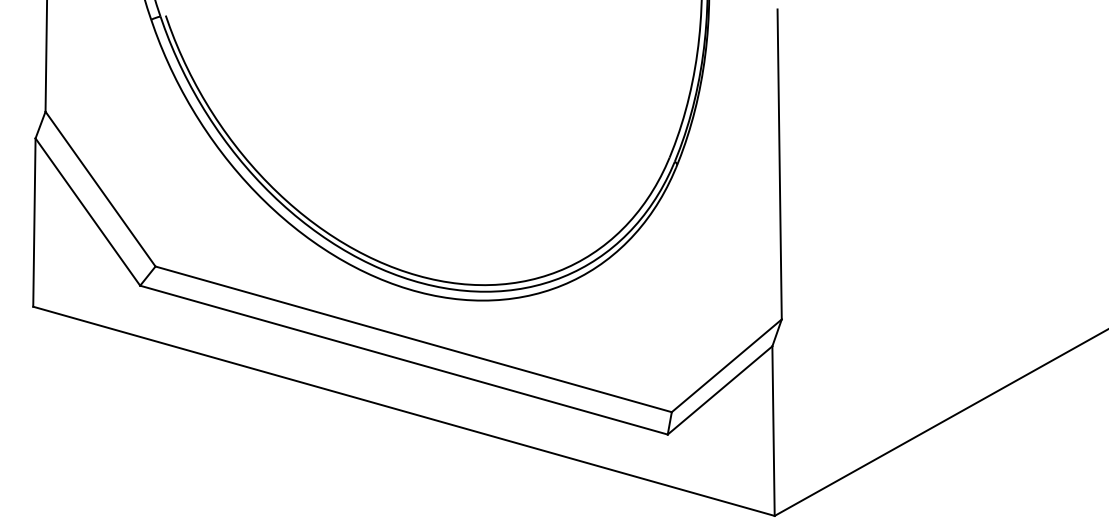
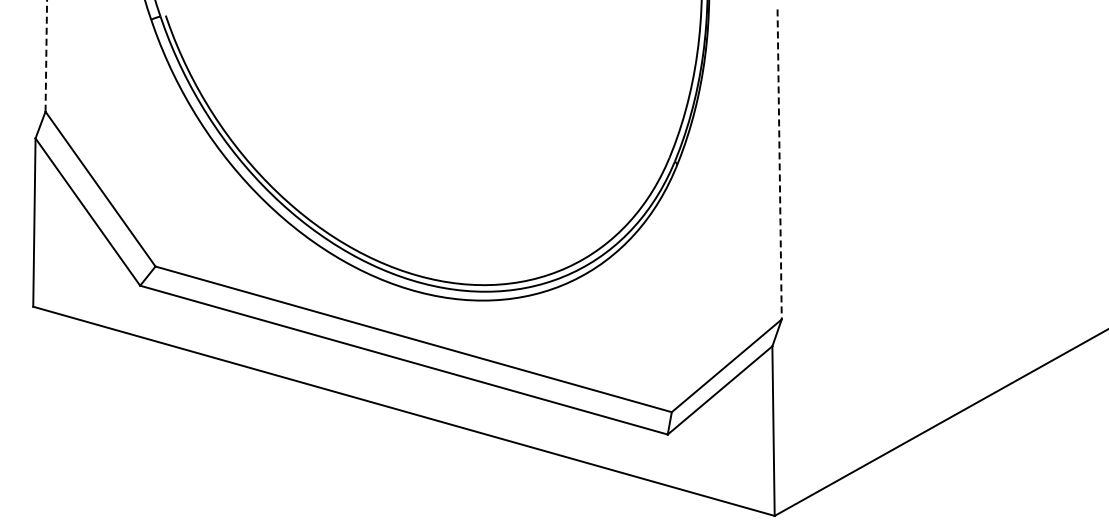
line at (46, 55): solid -> dashed
line at (779, 164): solid -> dashed
